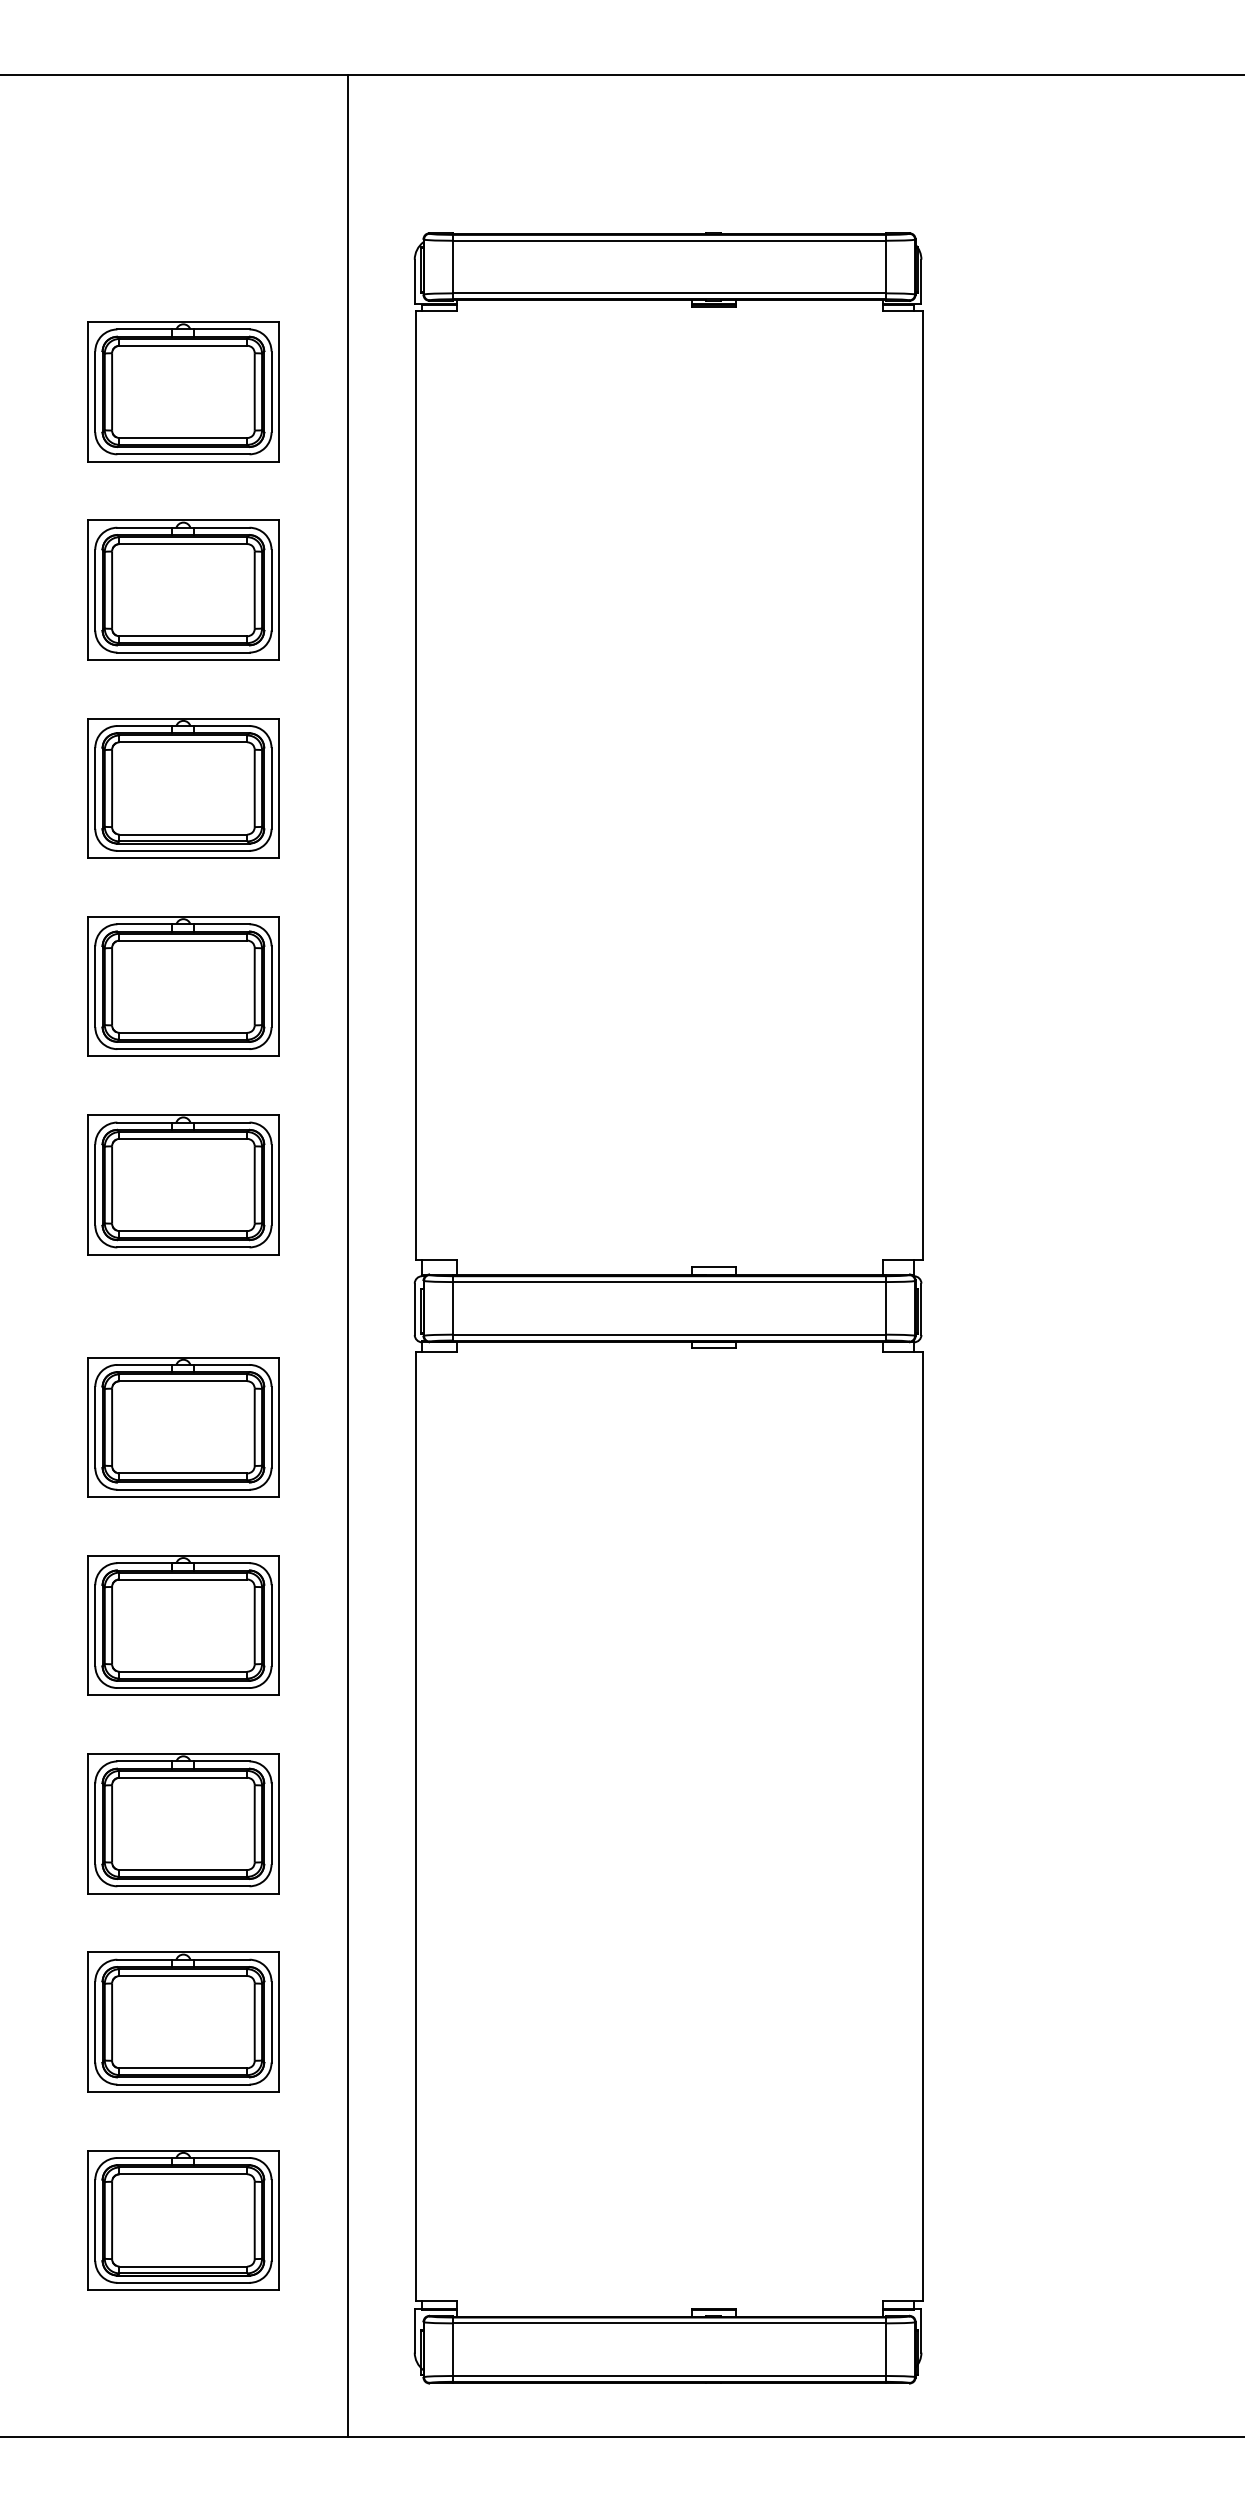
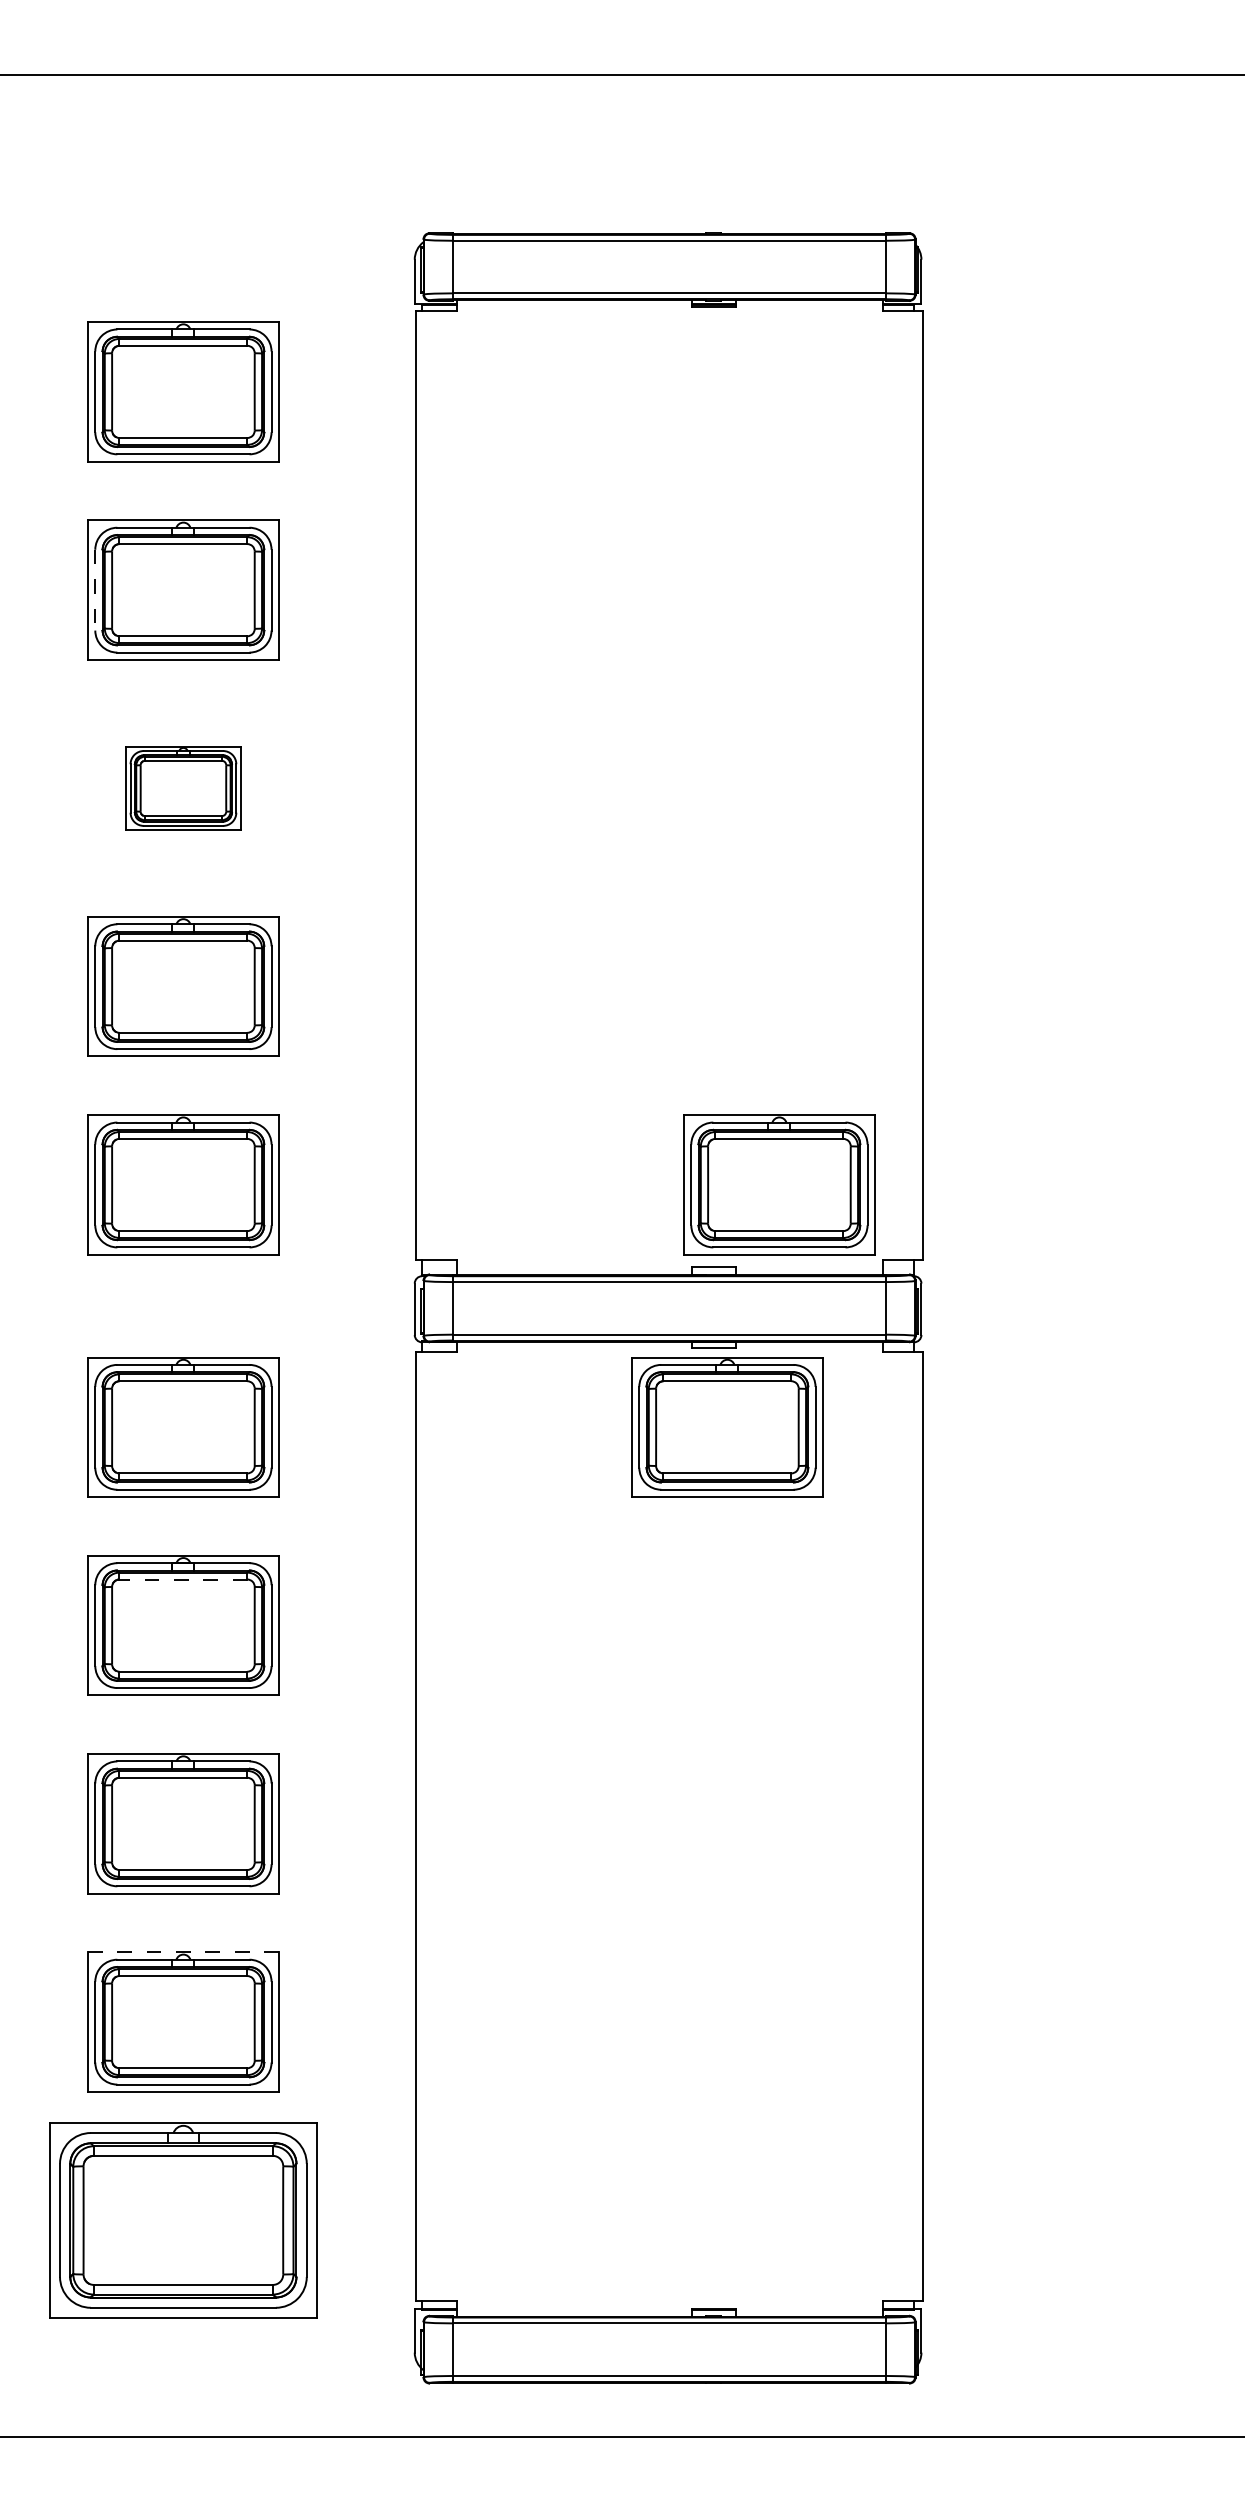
line at (95, 590): solid -> dashed
part at (183, 788) size: 193x141 px -> 117x85 px
part at (779, 1184): none -> present
line at (348, 1255): present -> none
part at (727, 1427): none -> present
line at (183, 1579): solid -> dashed
line at (183, 1952): solid -> dashed
part at (183, 2220) size: 193x141 px -> 269x197 px
